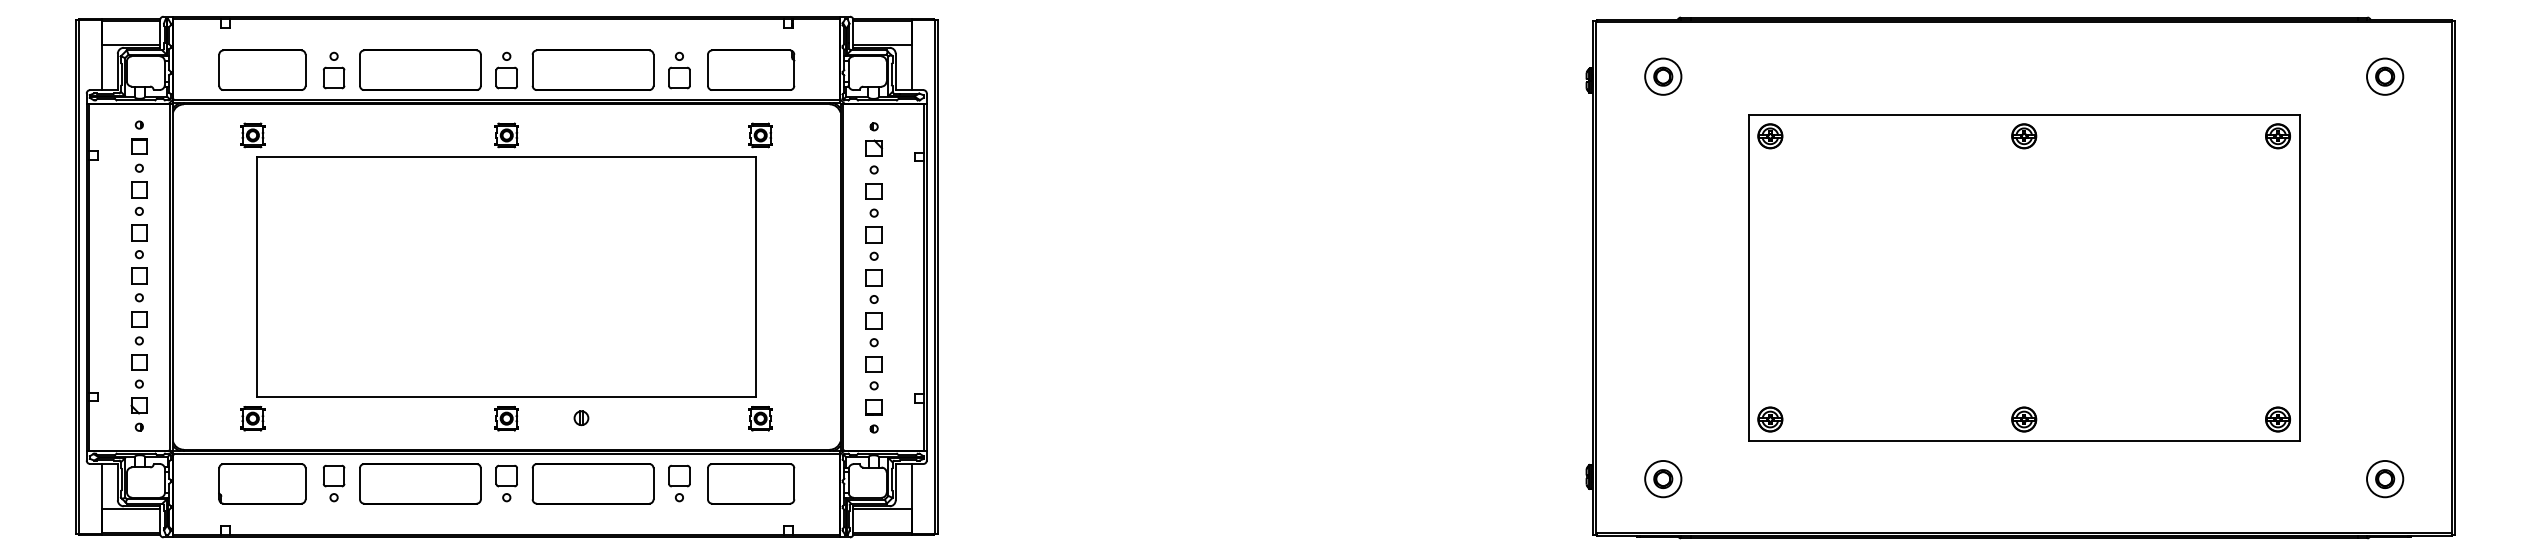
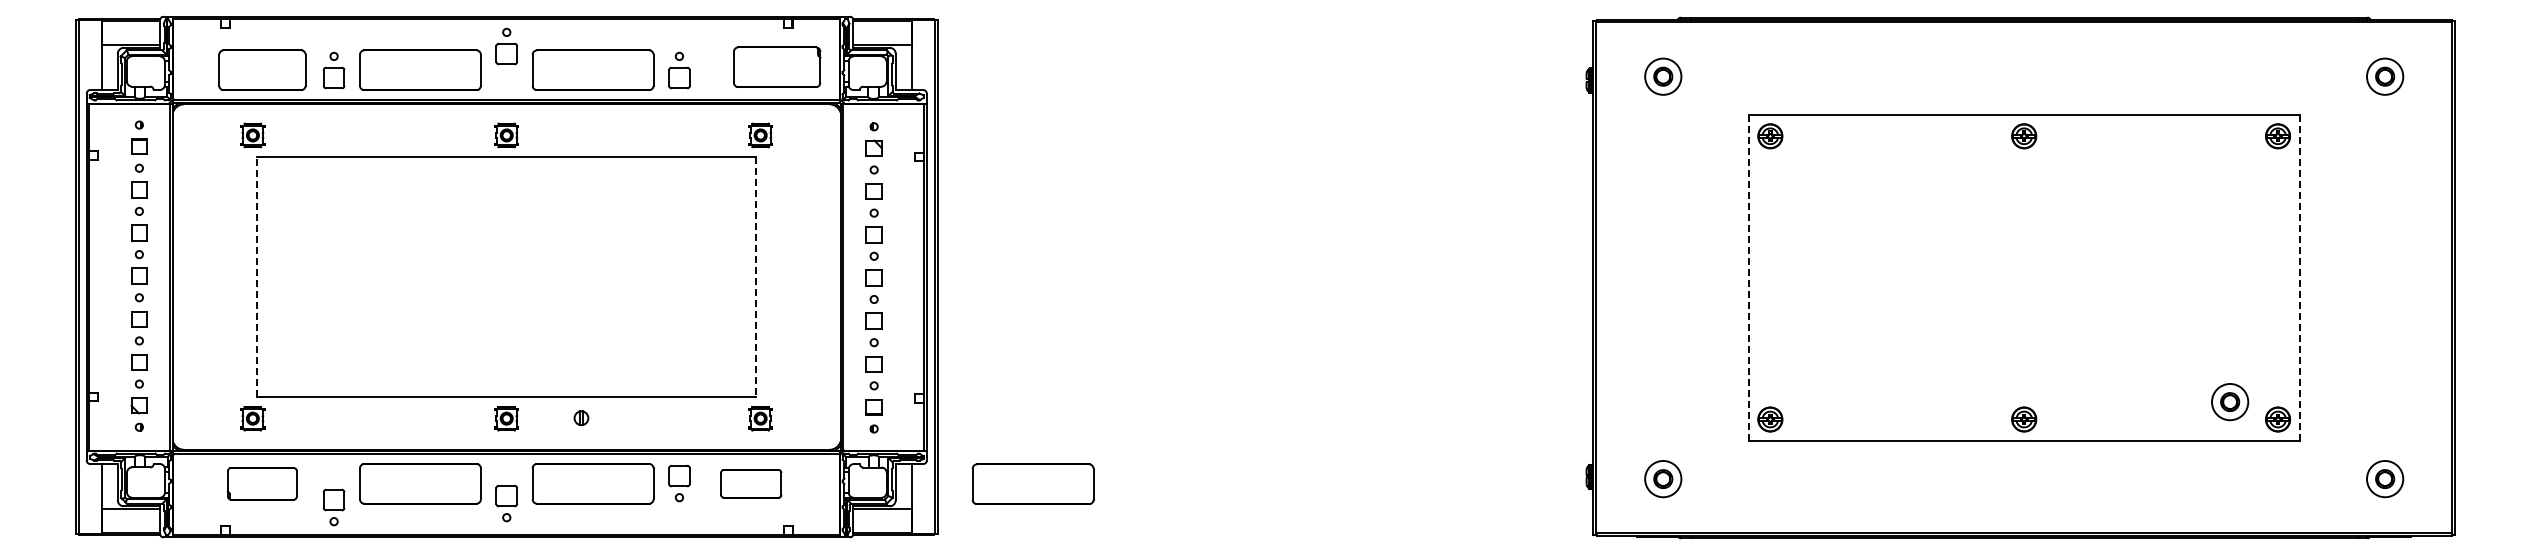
part at (751, 69) position: (751, 69) -> (777, 66)
part at (506, 70) position: (506, 70) -> (506, 46)
line at (257, 276): solid -> dashed
line at (756, 277): solid -> dashed
line at (2299, 277): solid -> dashed
line at (1748, 278): solid -> dashed
part at (2230, 402): none -> present
part at (262, 483) size: 89x42 px -> 72x34 px
part at (333, 483) position: (333, 483) -> (333, 507)
part at (506, 483) position: (506, 483) -> (506, 503)
part at (751, 483) size: 89x42 px -> 63x30 px
part at (1032, 483): none -> present
